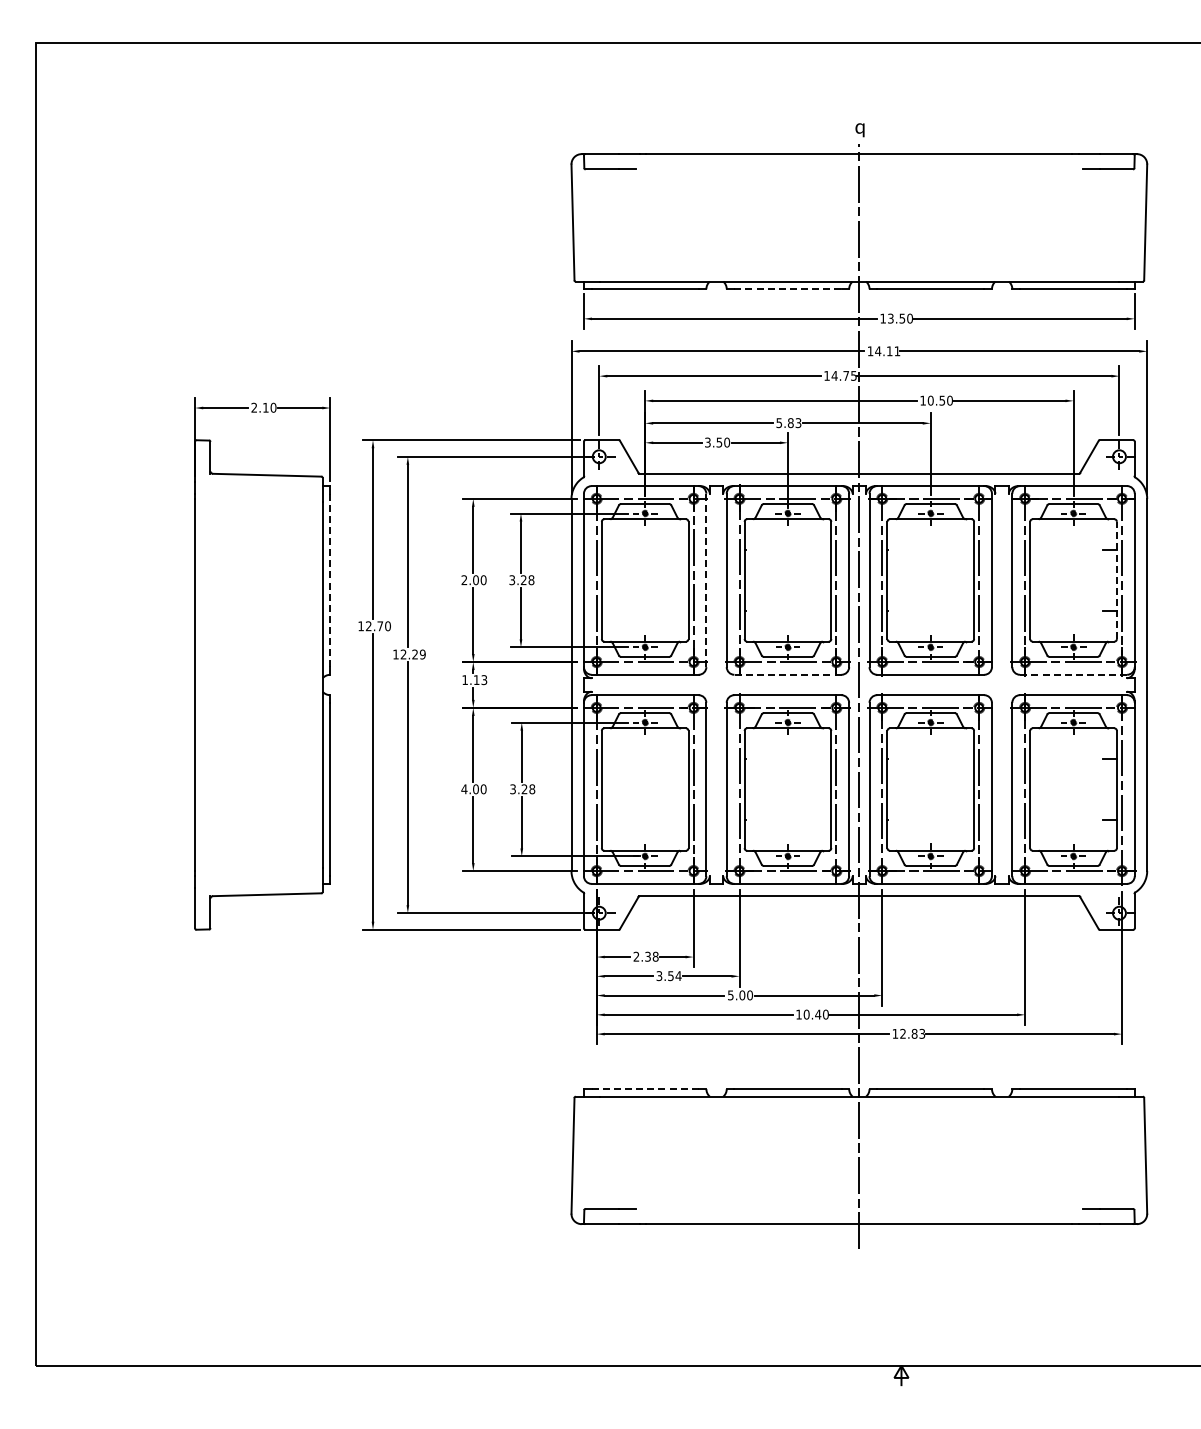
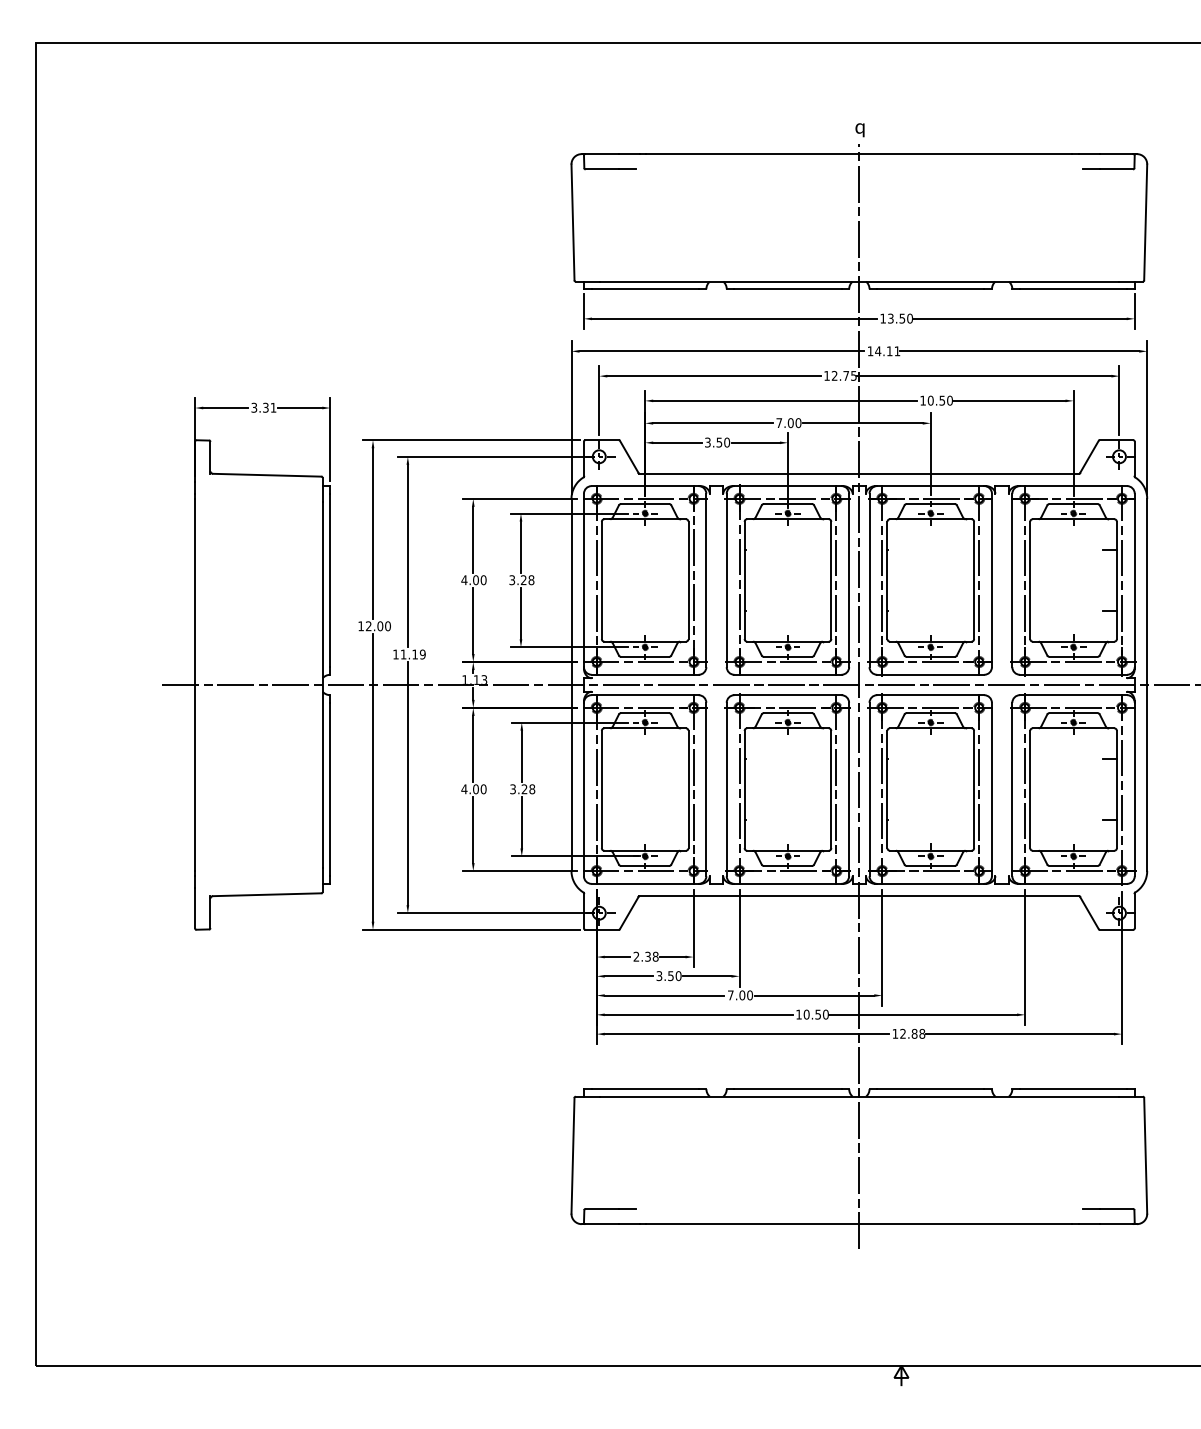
line at (787, 289): dashed -> solid
text at (834, 375): 14.75 -> 12.75
text at (263, 407): 2.10 -> 3.31
text at (788, 423): 5.83 -> 7.00
line at (330, 580): dashed -> solid
text at (464, 580): 2.00 -> 4.00
line at (706, 580): dashed -> solid
line at (1116, 580): dashed -> solid
text at (380, 626): 12.70 -> 12.00
text at (408, 654): 12.29 -> 11.19
line at (787, 674): dashed -> solid
line at (1073, 674): dashed -> solid
line at (679, 685): none -> present
text at (678, 976): 3.54 -> 3.50
text at (730, 995): 5.00 -> 7.00
text at (818, 1014): 10.40 -> 10.50
text at (922, 1033): 12.83 -> 12.88
line at (645, 1089): dashed -> solid
